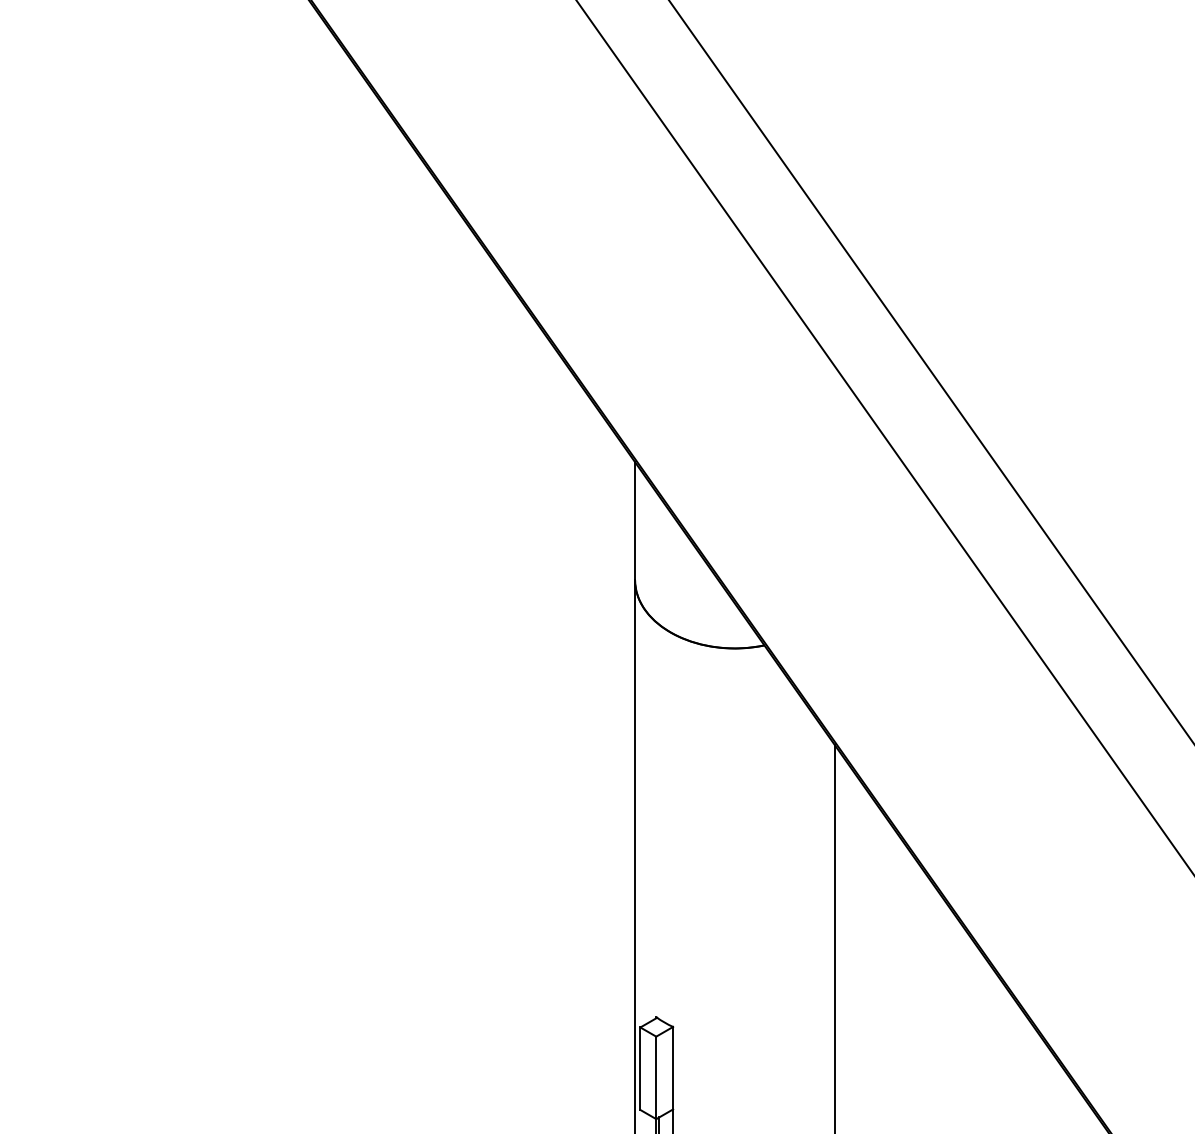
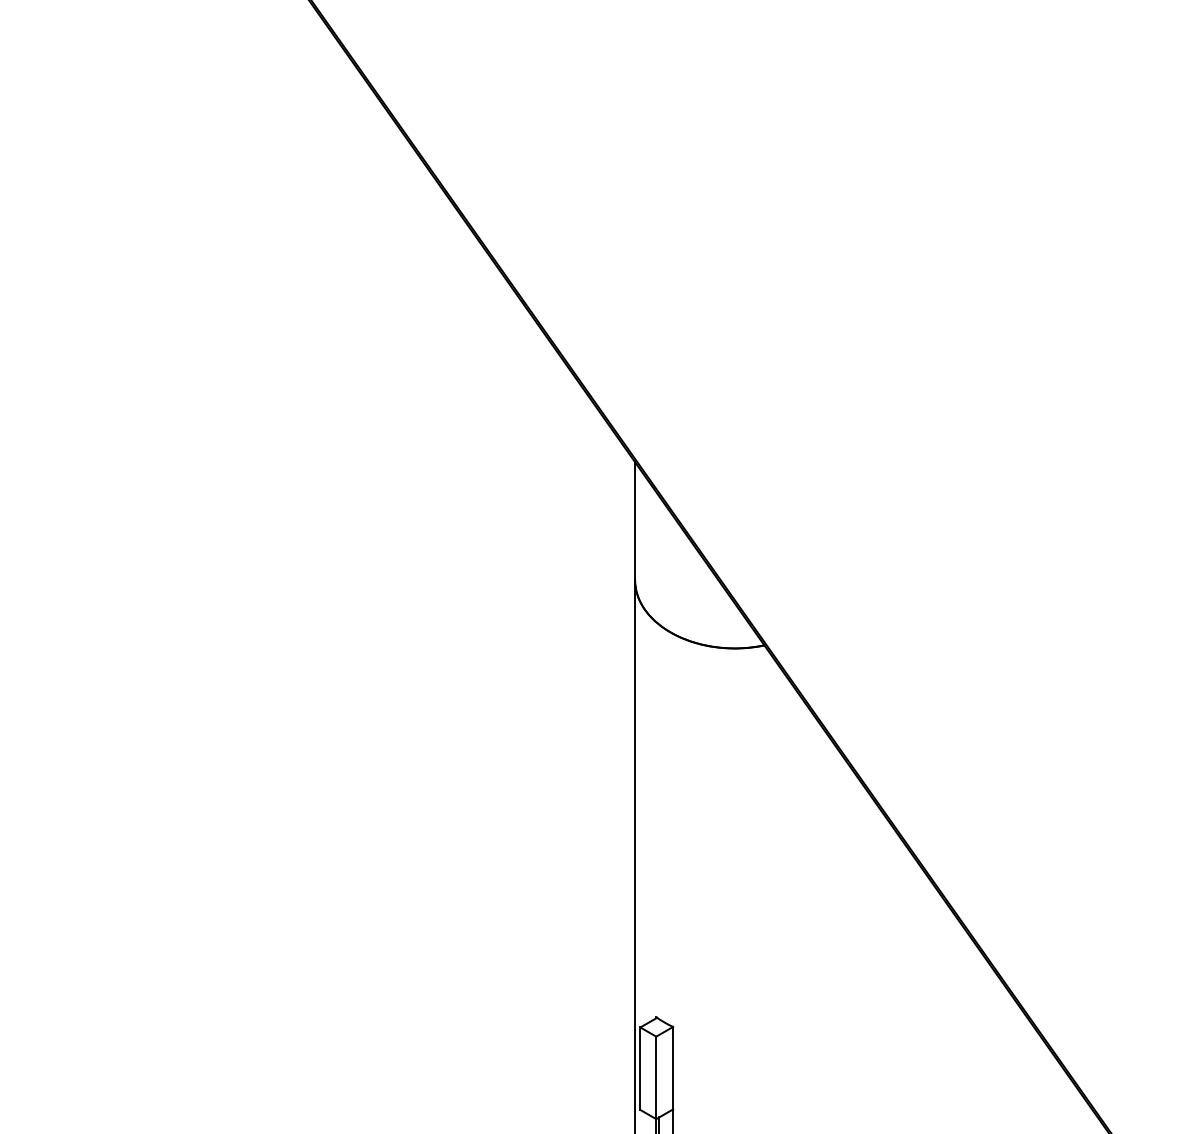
line at (930, 371): present -> none
line at (884, 436): present -> none
line at (834, 937): present -> none
